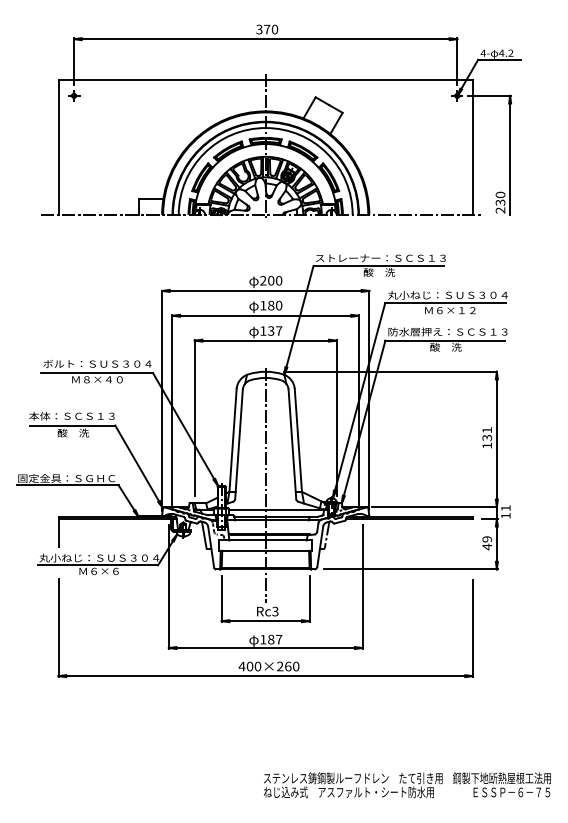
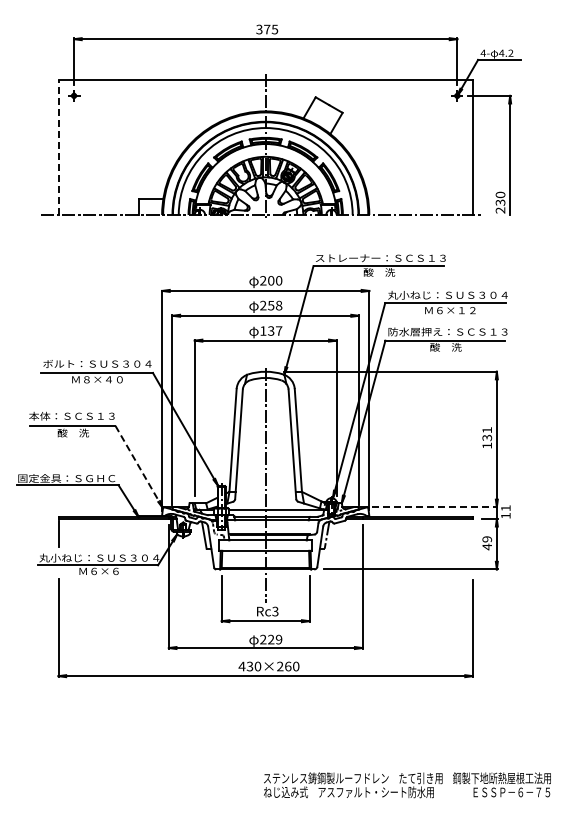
text at (274, 29): 370 -> 375
line at (58, 147): solid -> dashed
text at (271, 305): 180 -> 258
line at (139, 466): solid -> dashed
line at (435, 507): solid -> dashed
text at (271, 639): 187 -> 229
text at (249, 666): 400×260 -> 430×260
